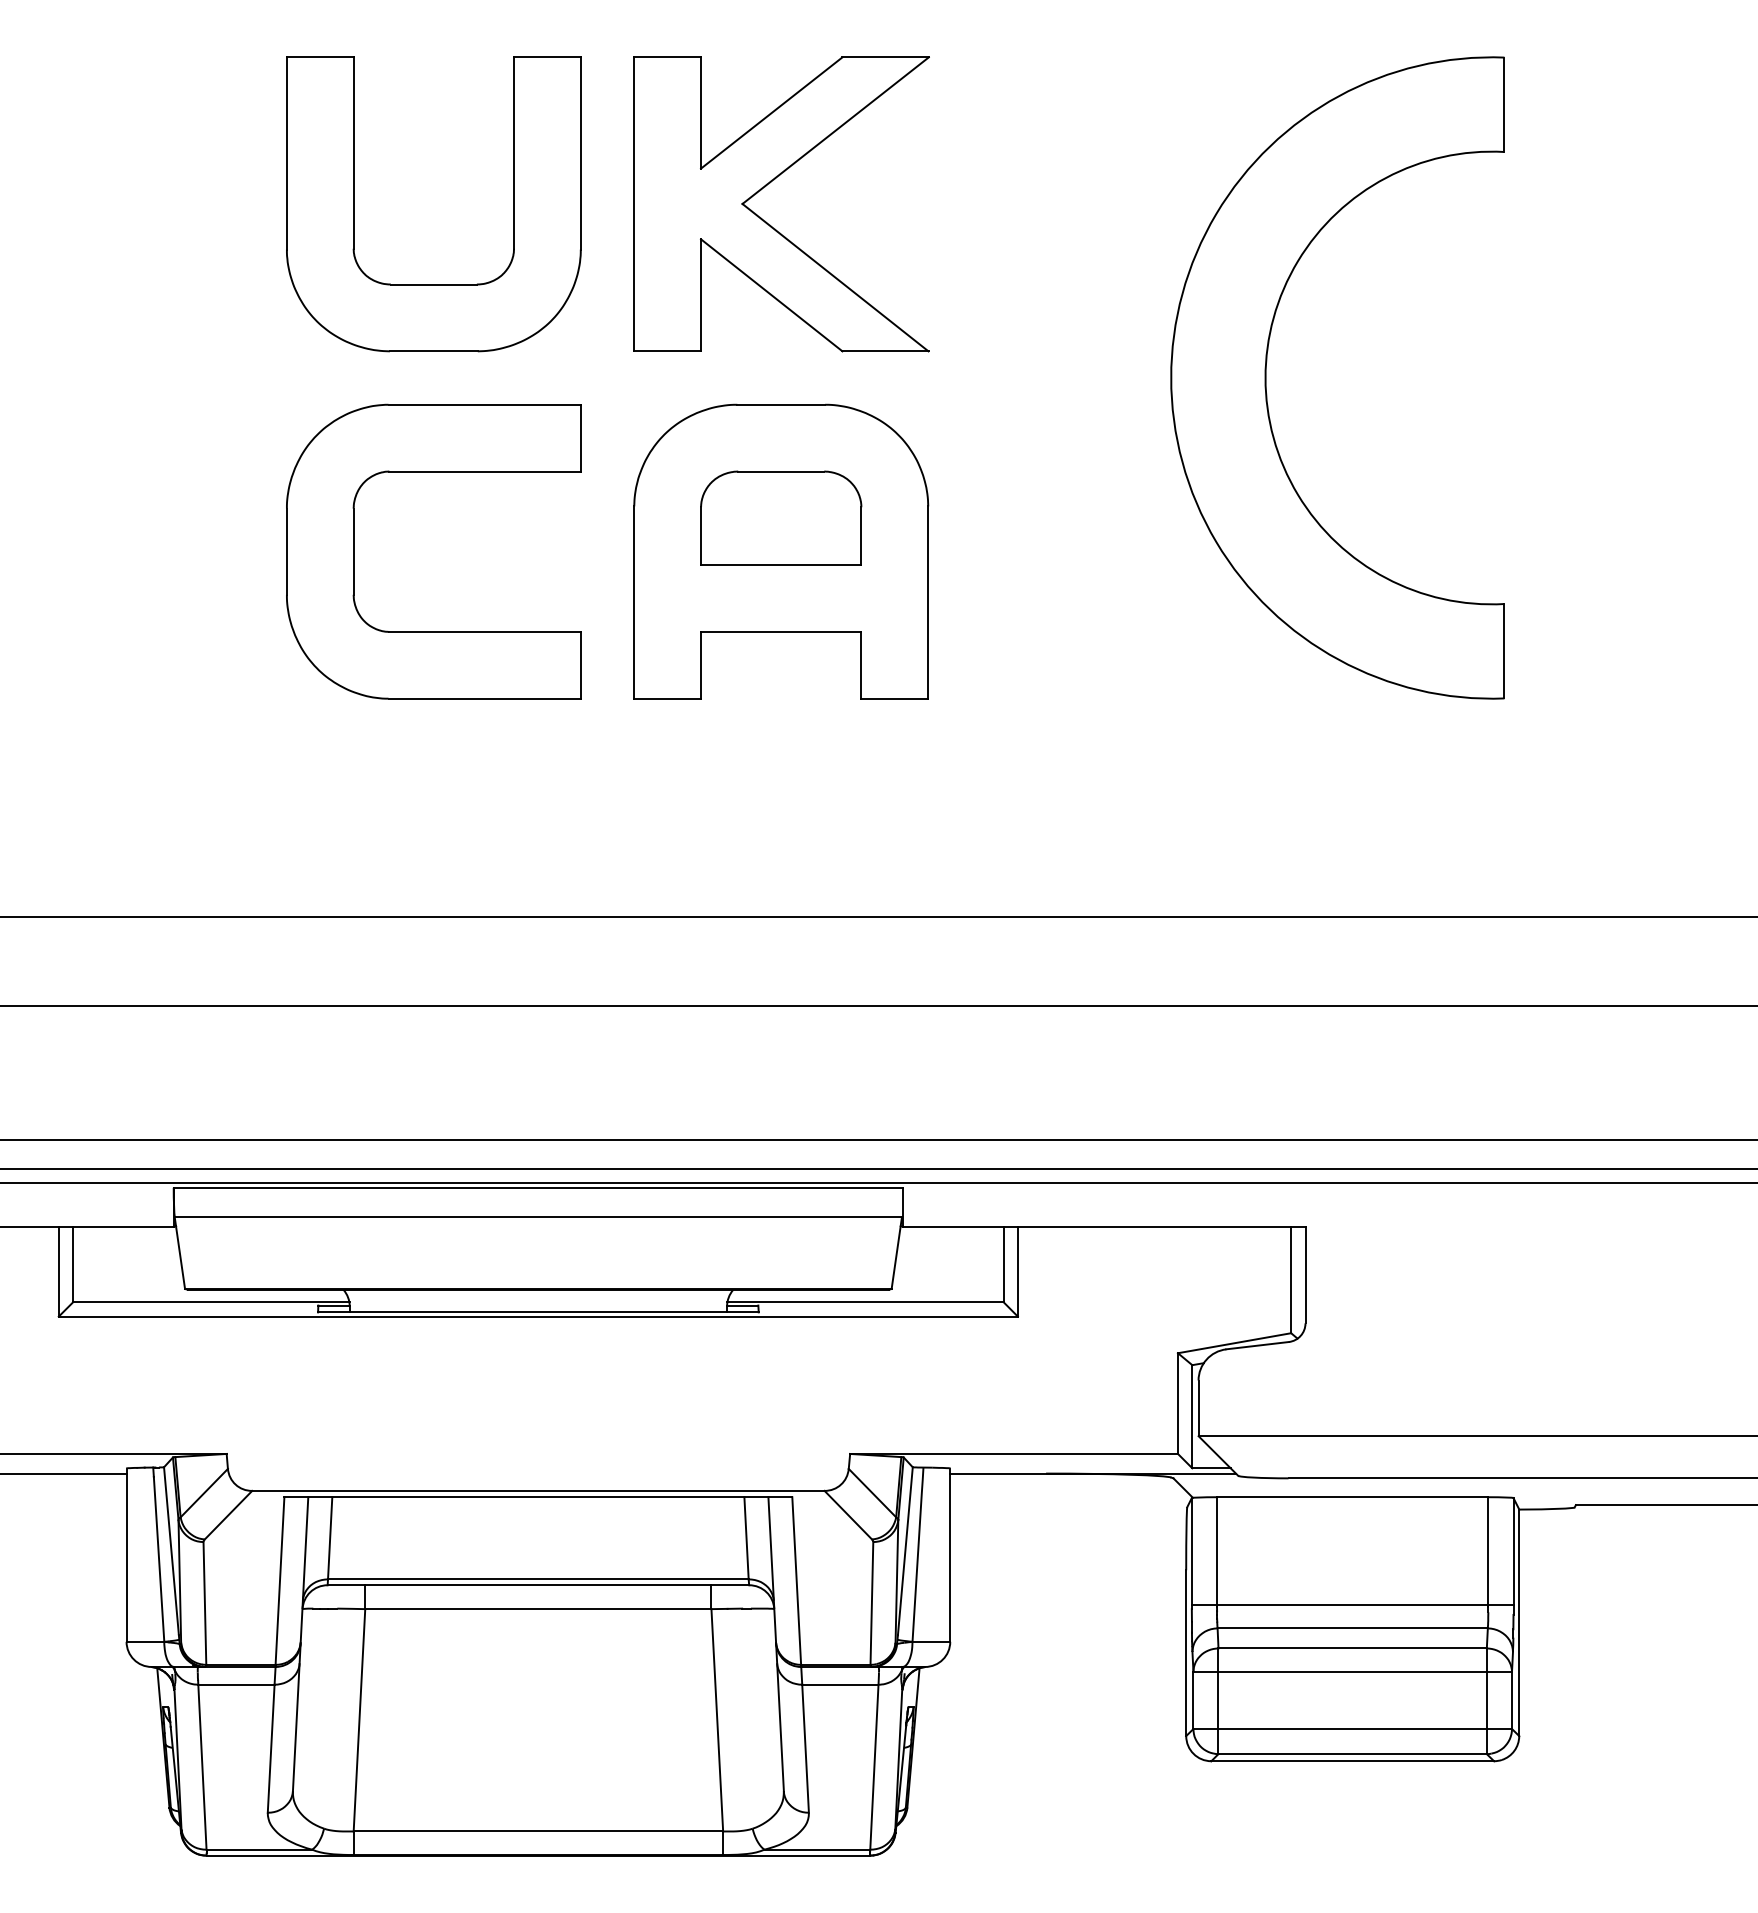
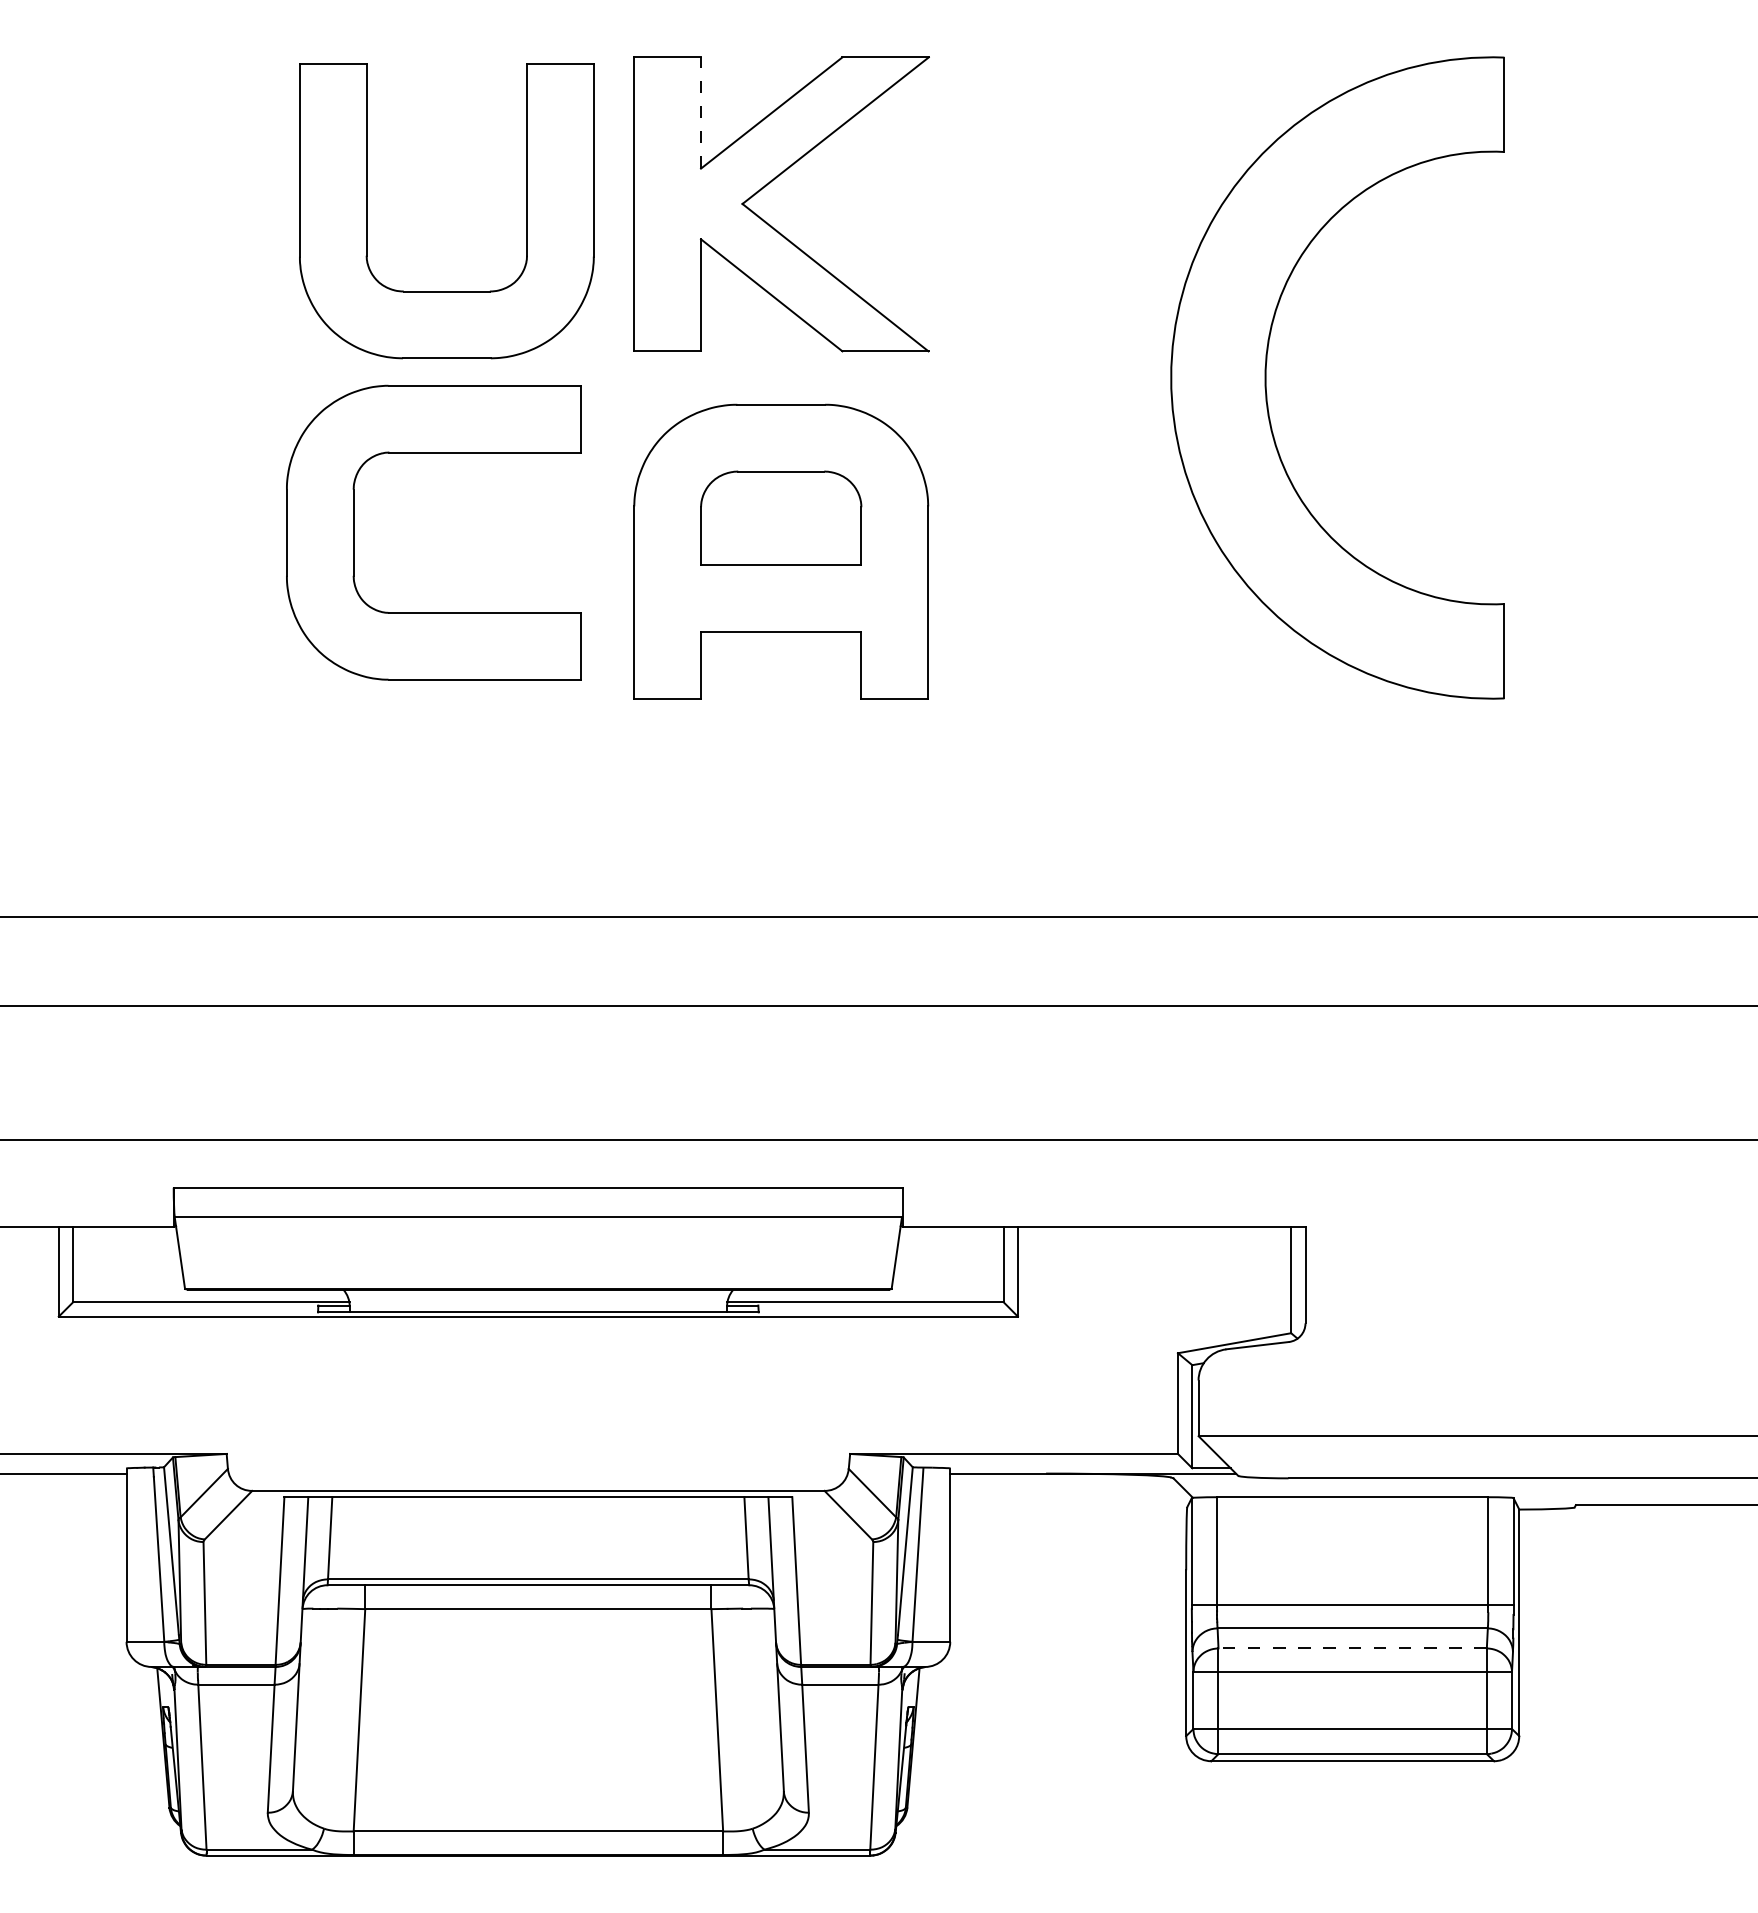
line at (701, 112): solid -> dashed
part at (354, 204) position: (354, 204) -> (367, 211)
part at (433, 472) position: (433, 472) -> (433, 453)
line at (878, 1169): present -> none
line at (878, 1182): present -> none
line at (1352, 1648): solid -> dashed
